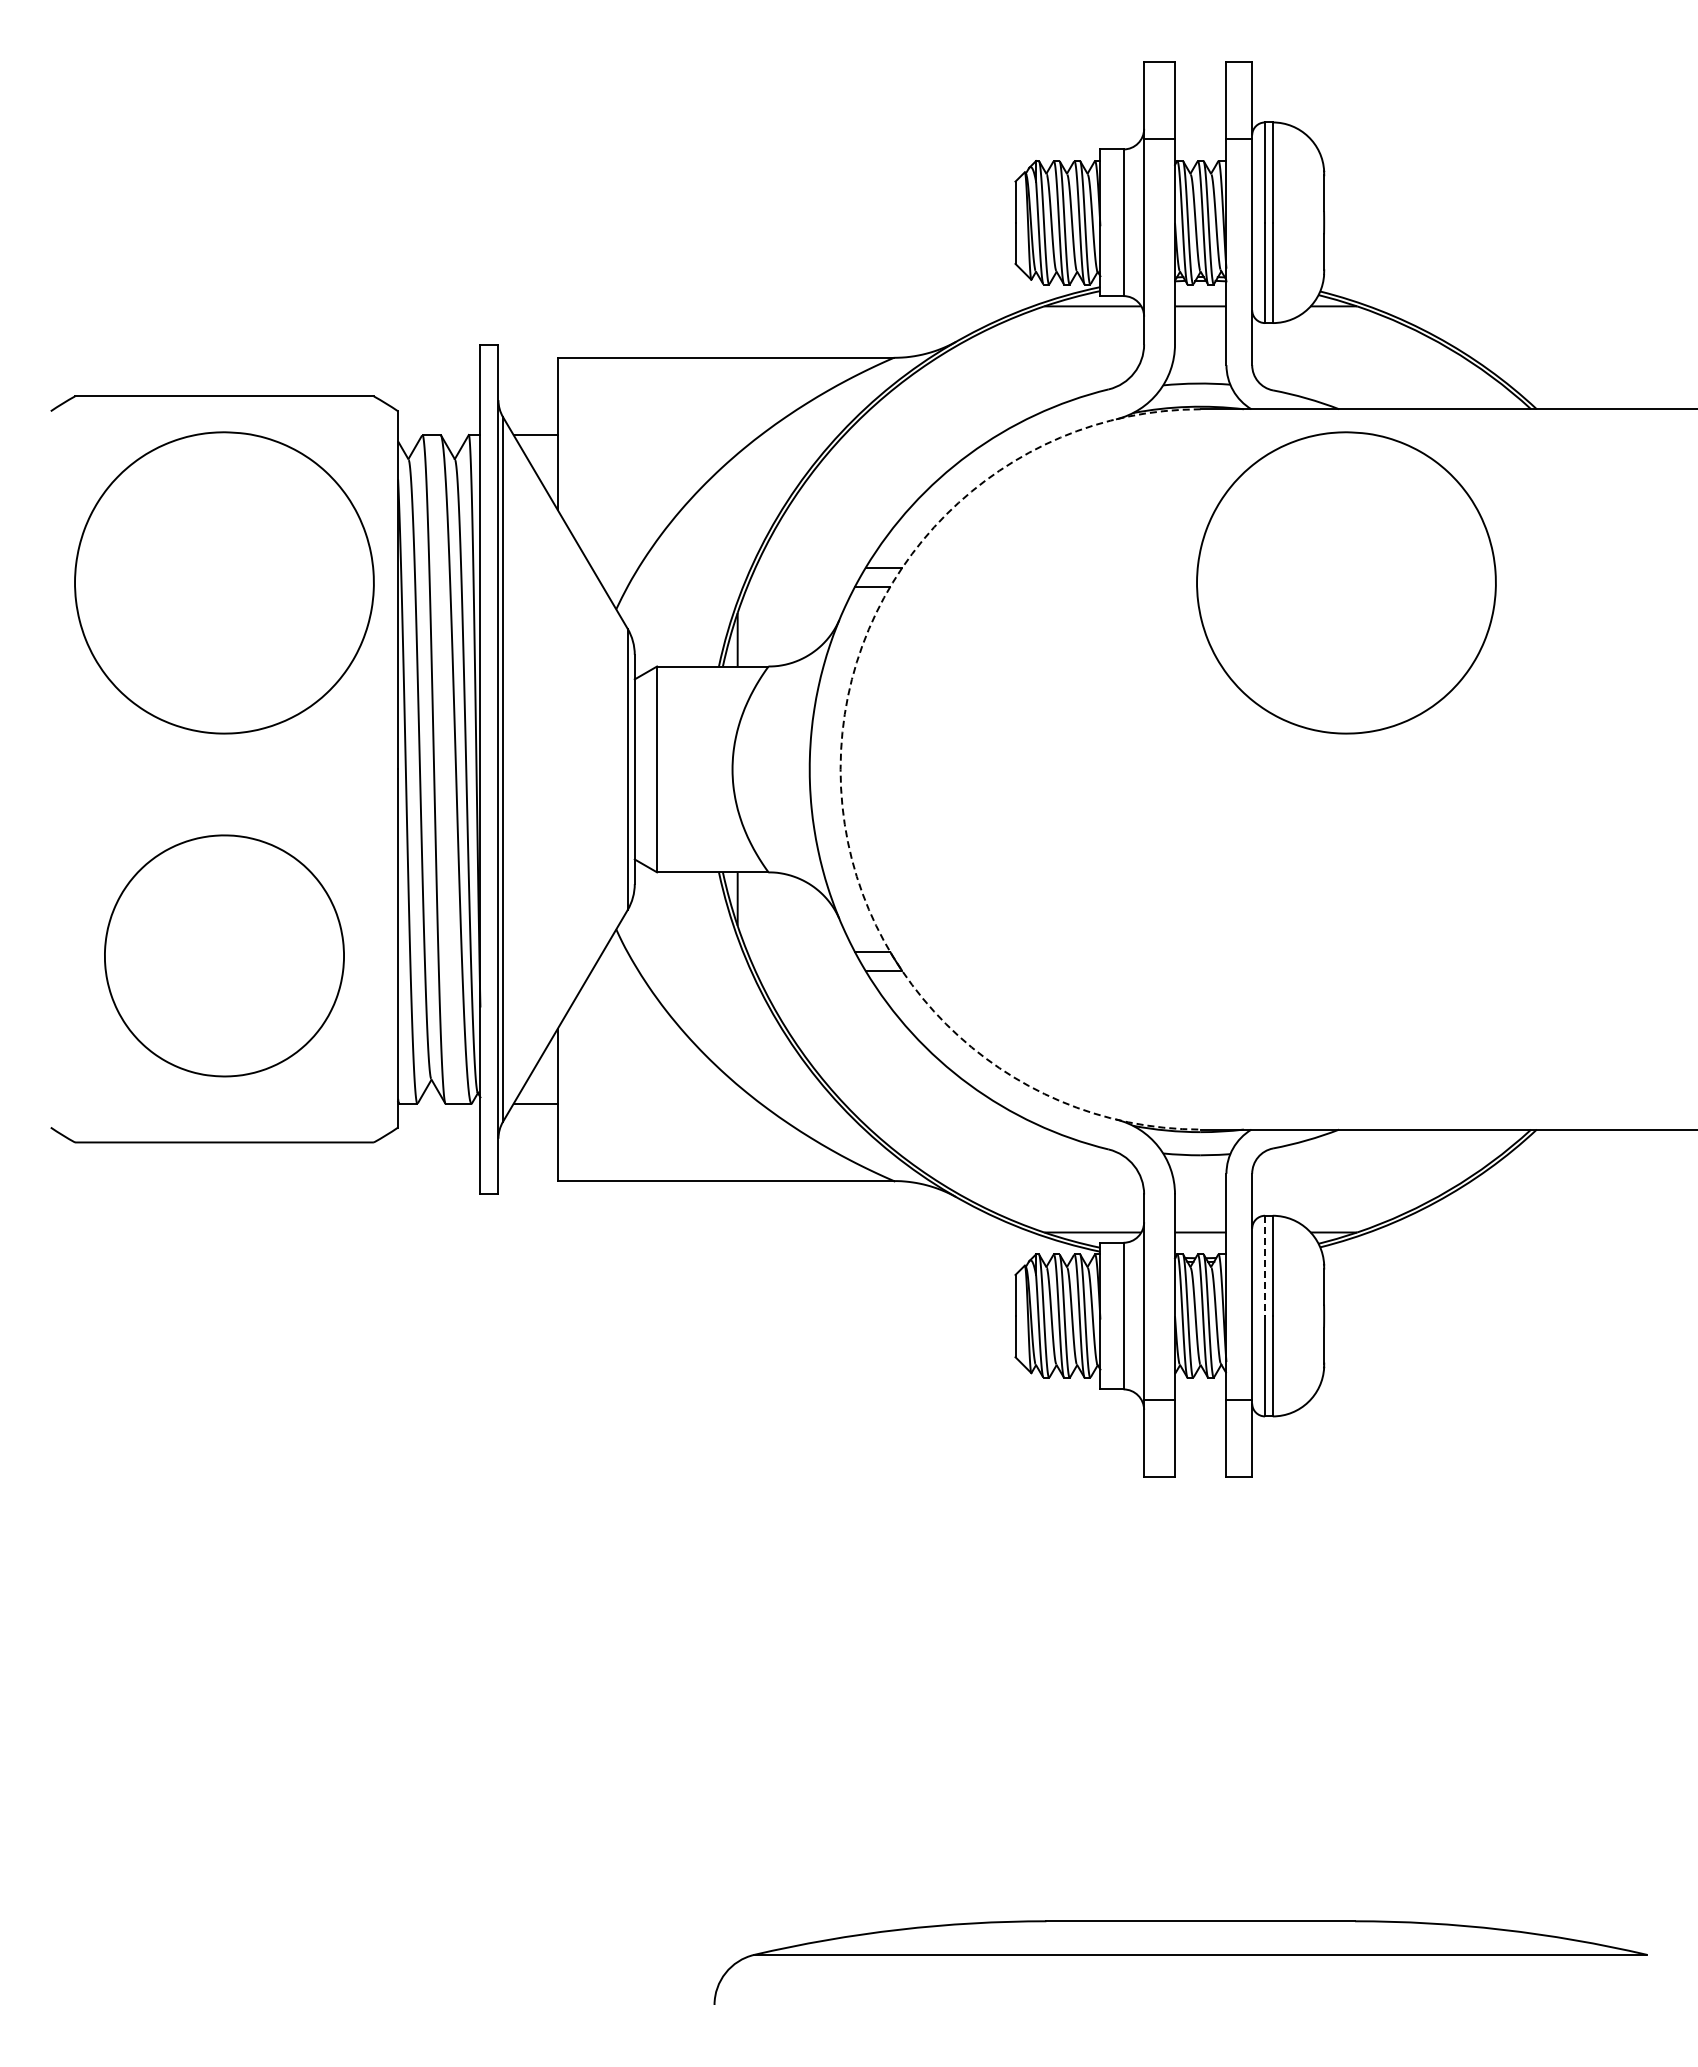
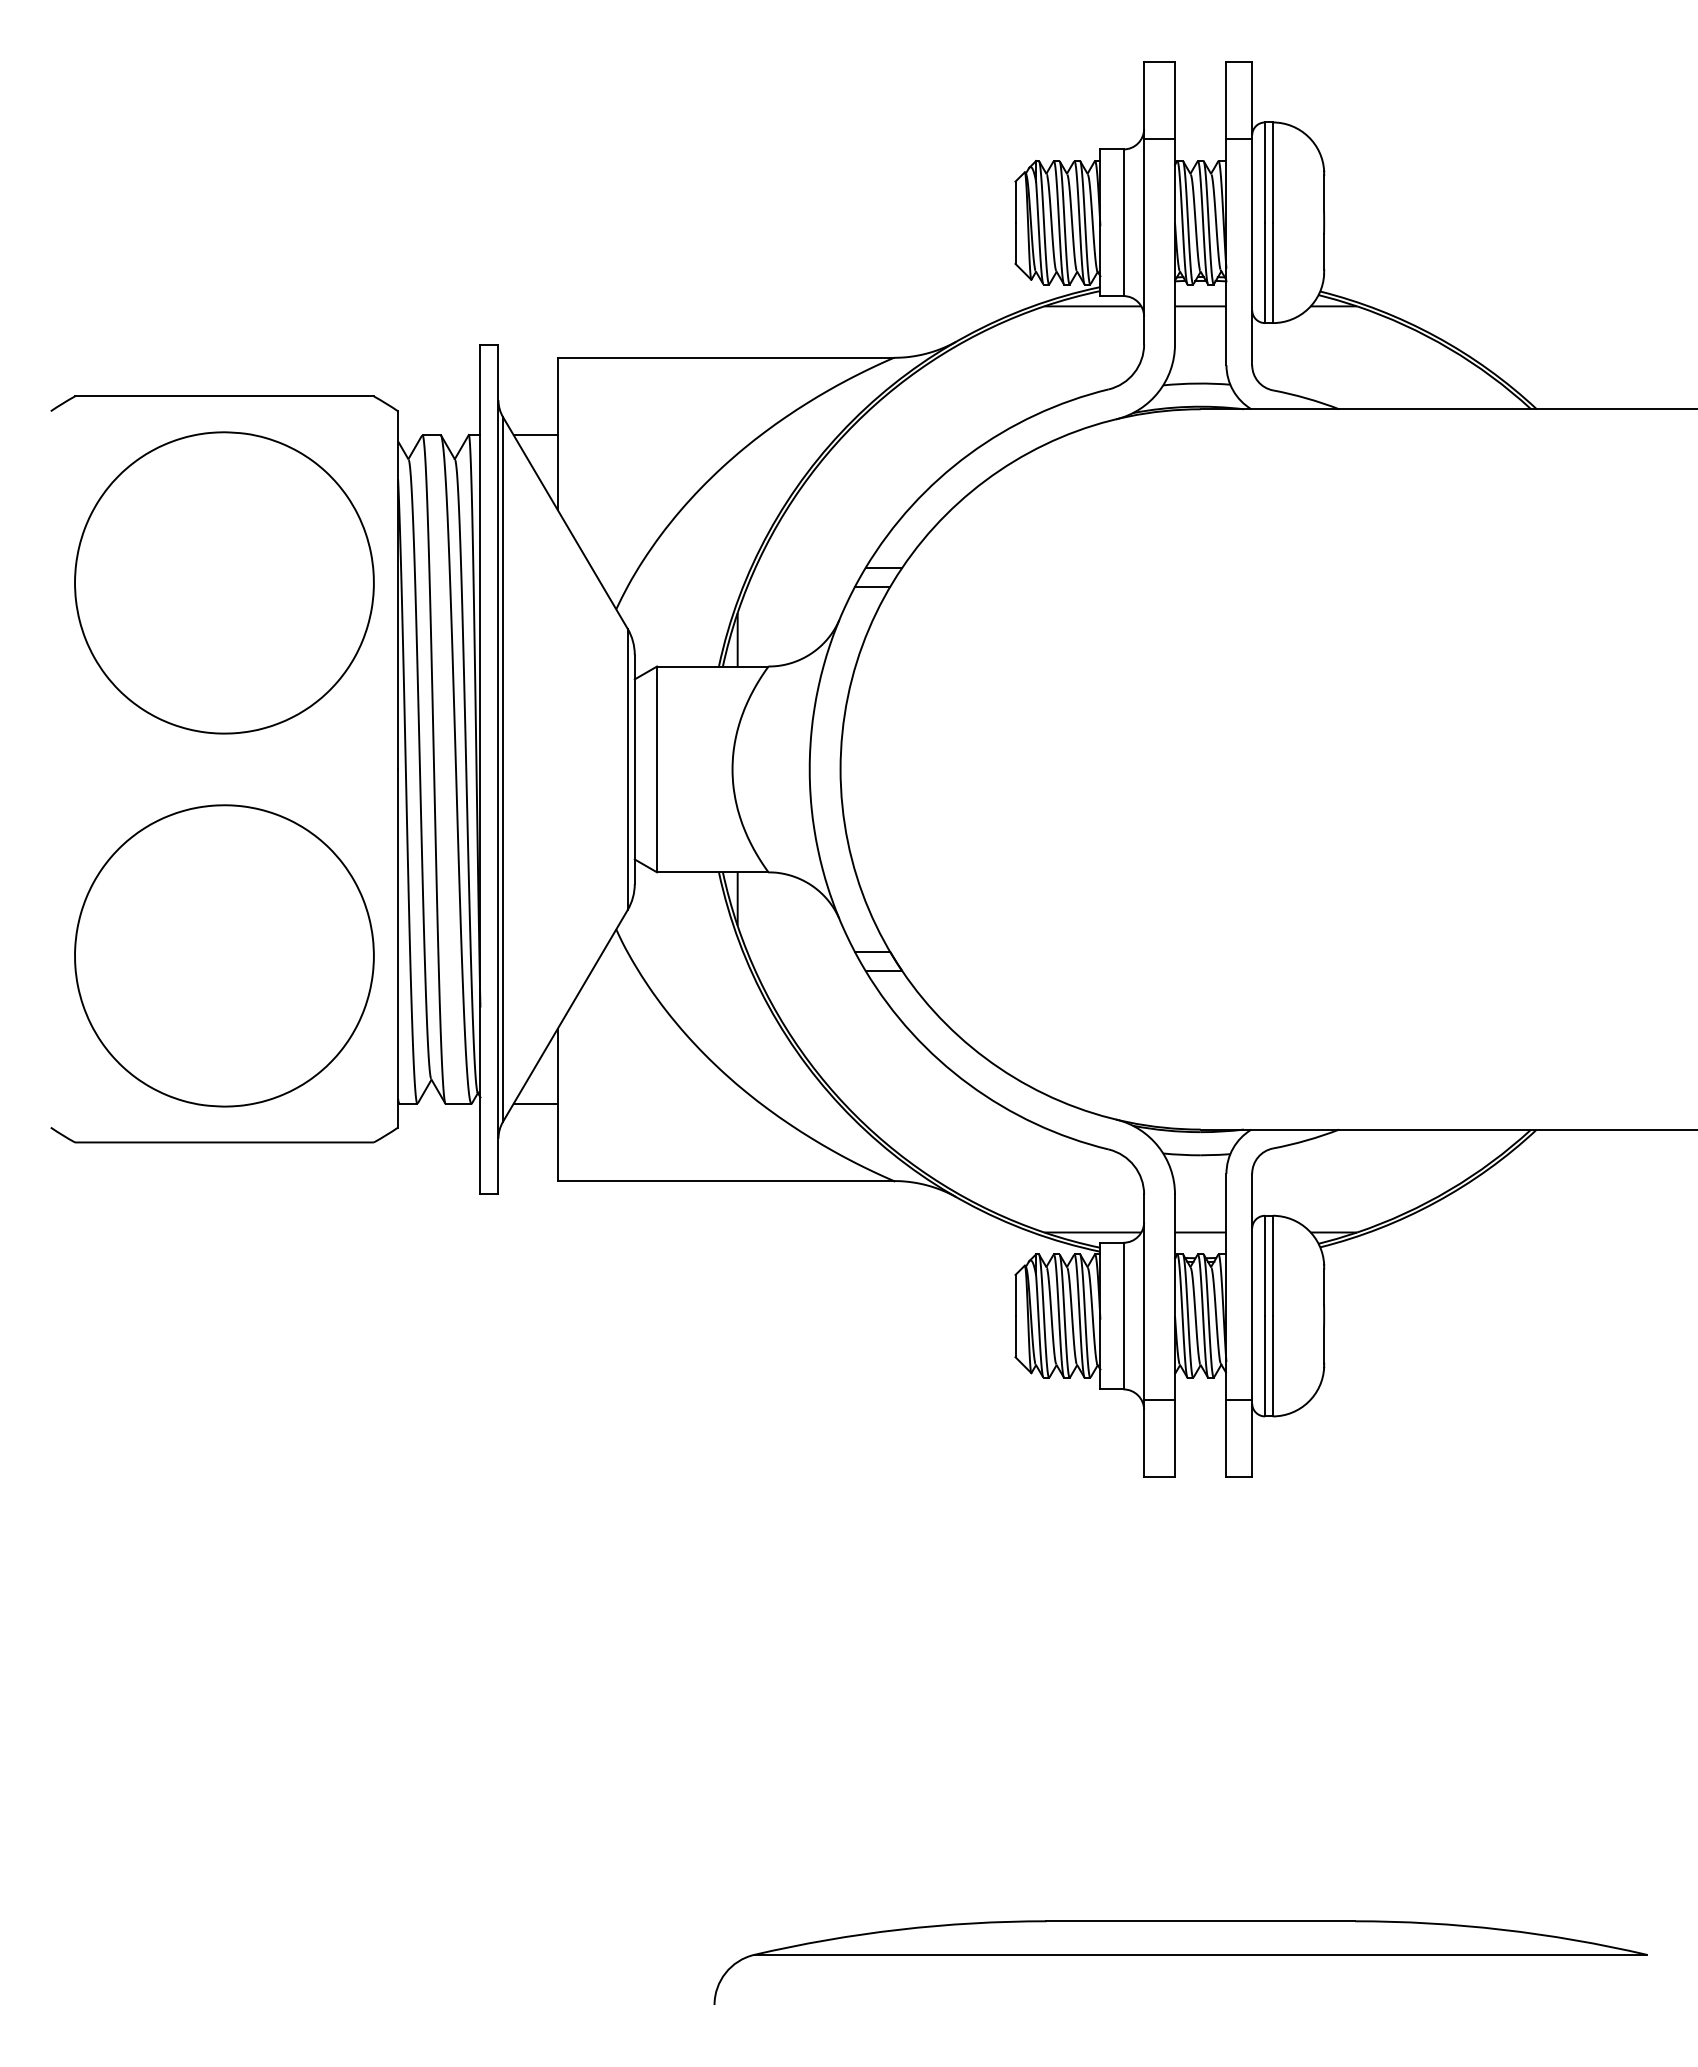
part at (1346, 582): present -> none
arc at (840, 769): dashed -> solid
part at (224, 955) size: 241x244 px -> 301x304 px
line at (1265, 1266): dashed -> solid
